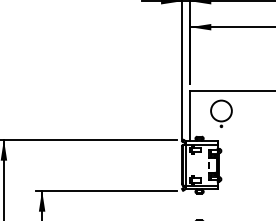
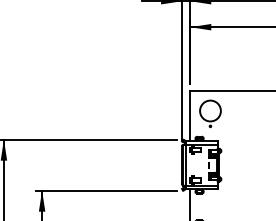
part at (221, 113) position: (221, 113) -> (210, 113)
line at (190, 203): none -> present
